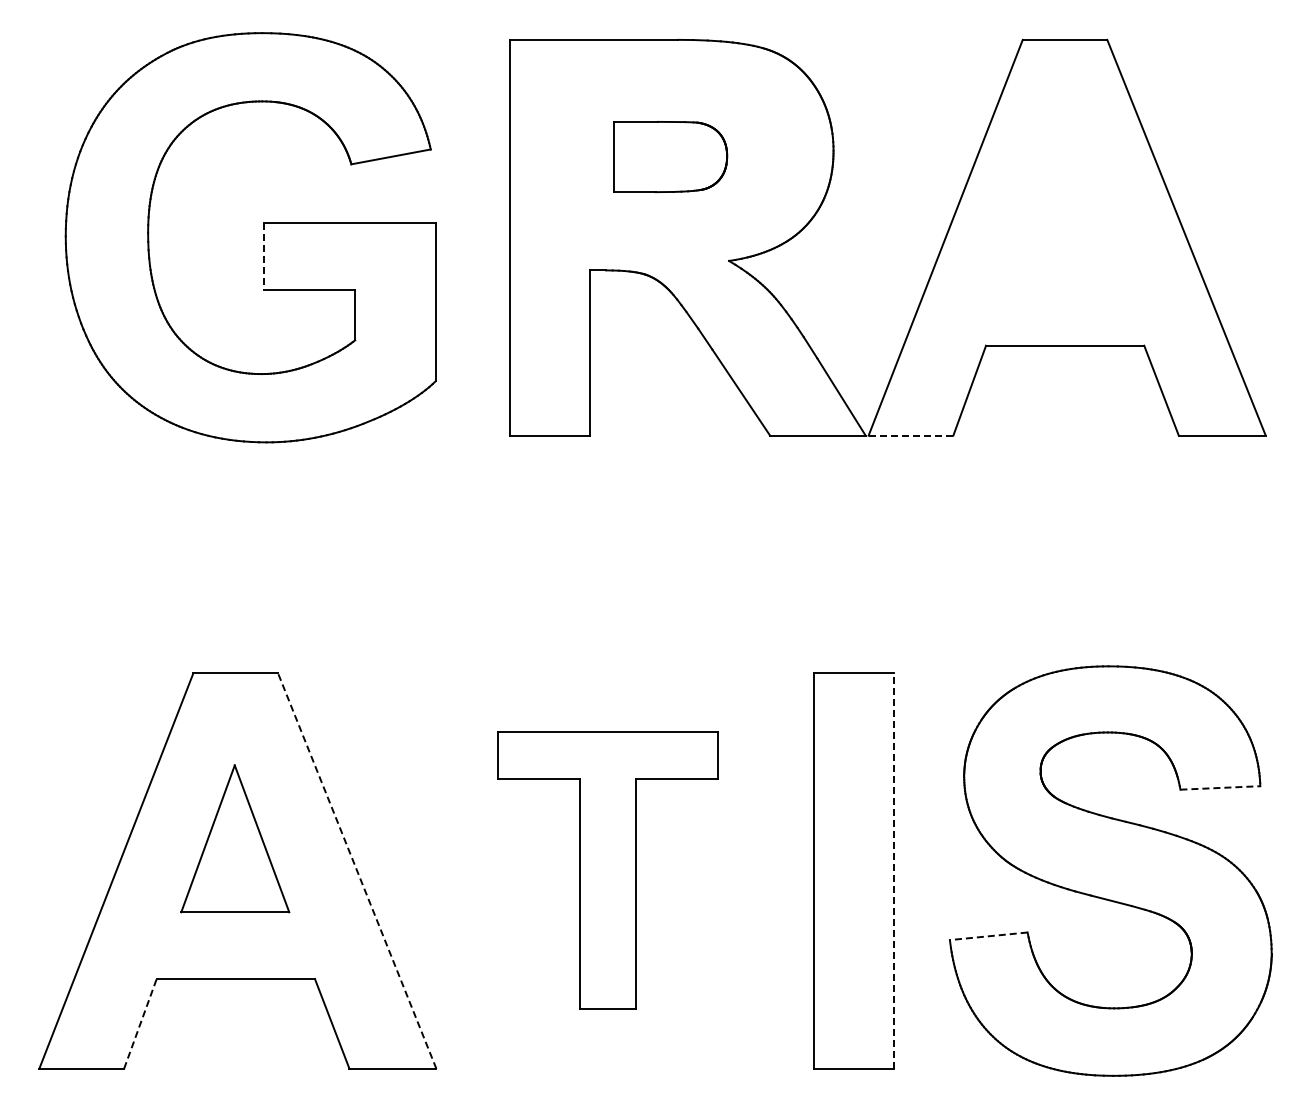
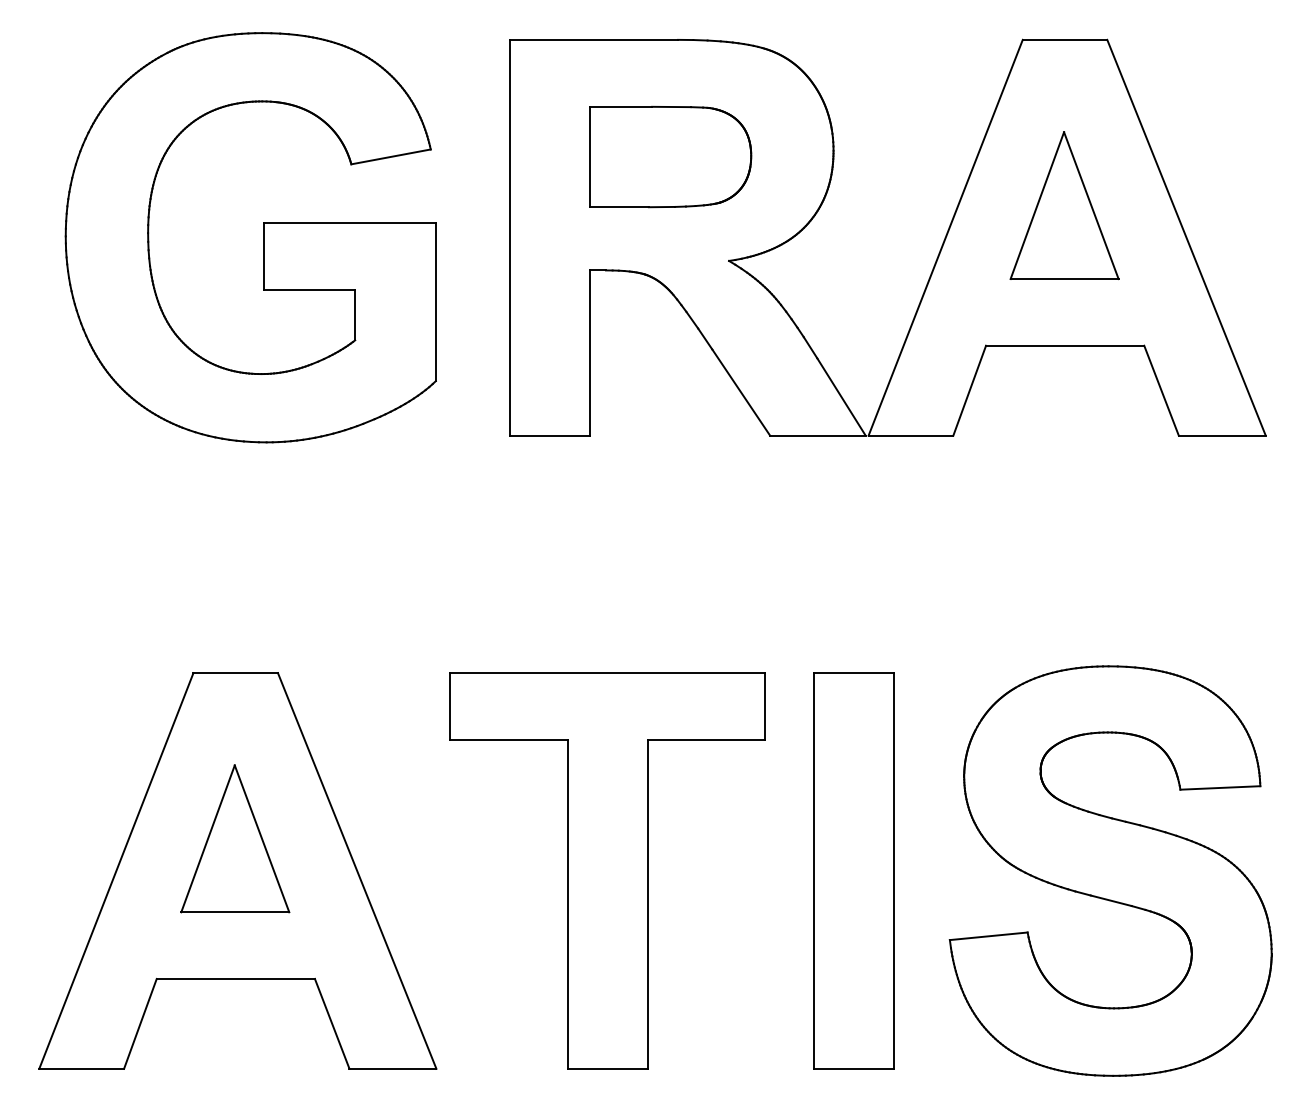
part at (670, 156) size: 116x72 px -> 164x104 px
part at (1064, 205): none -> present
line at (263, 257): dashed -> solid
line at (911, 435): dashed -> solid
line at (1220, 787): dashed -> solid
line at (357, 870): dashed -> solid
part at (607, 870) size: 222x279 px -> 317x398 px
line at (894, 870): dashed -> solid
line at (988, 936): dashed -> solid
line at (140, 1023): dashed -> solid
